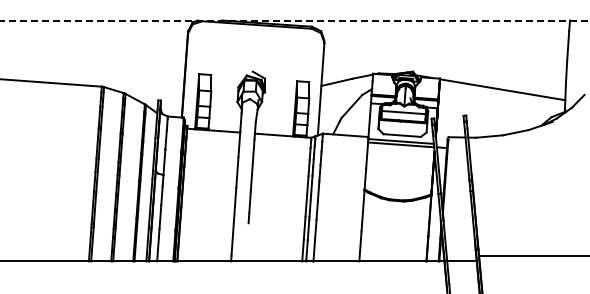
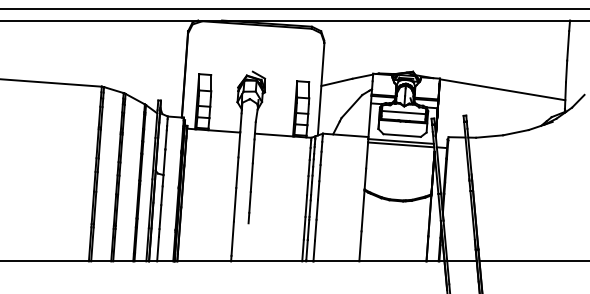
line at (294, 8): none -> present
line at (294, 20): dashed -> solid
line at (532, 256) position: (532, 256) -> (532, 261)
